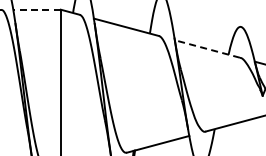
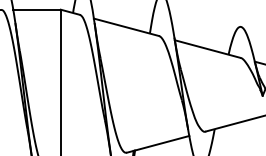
line at (37, 9): dashed -> solid
line at (207, 49): dashed -> solid
